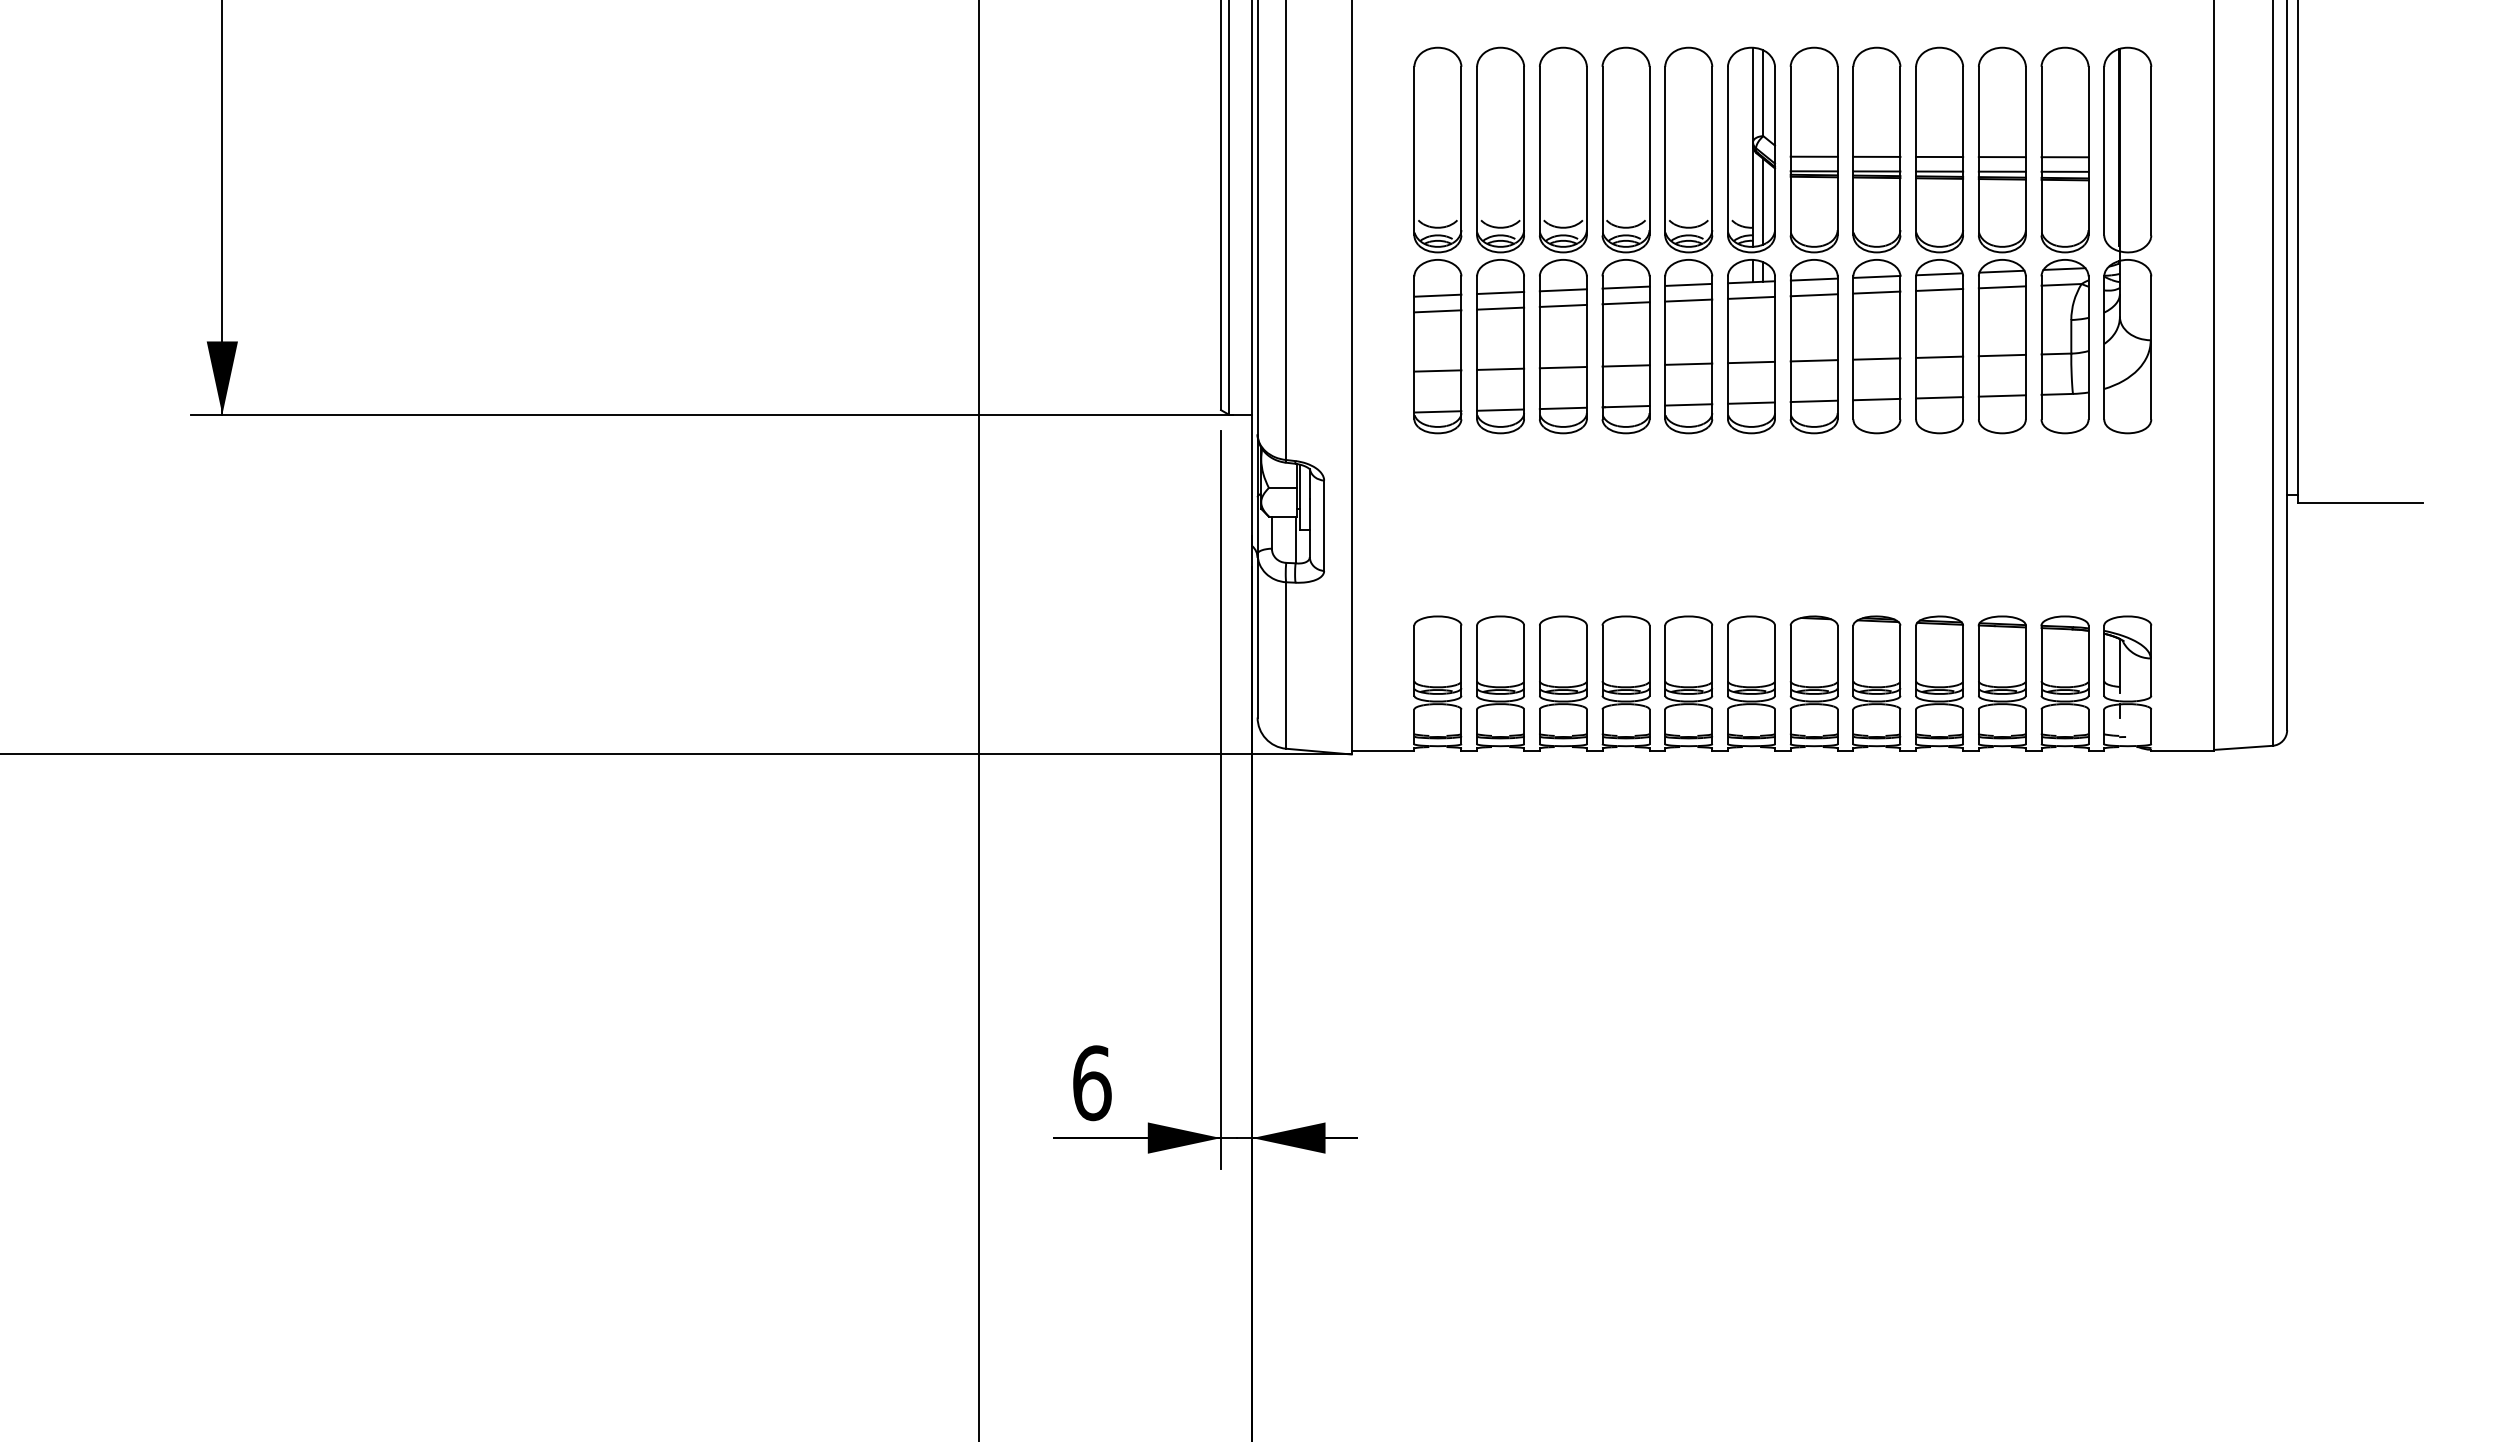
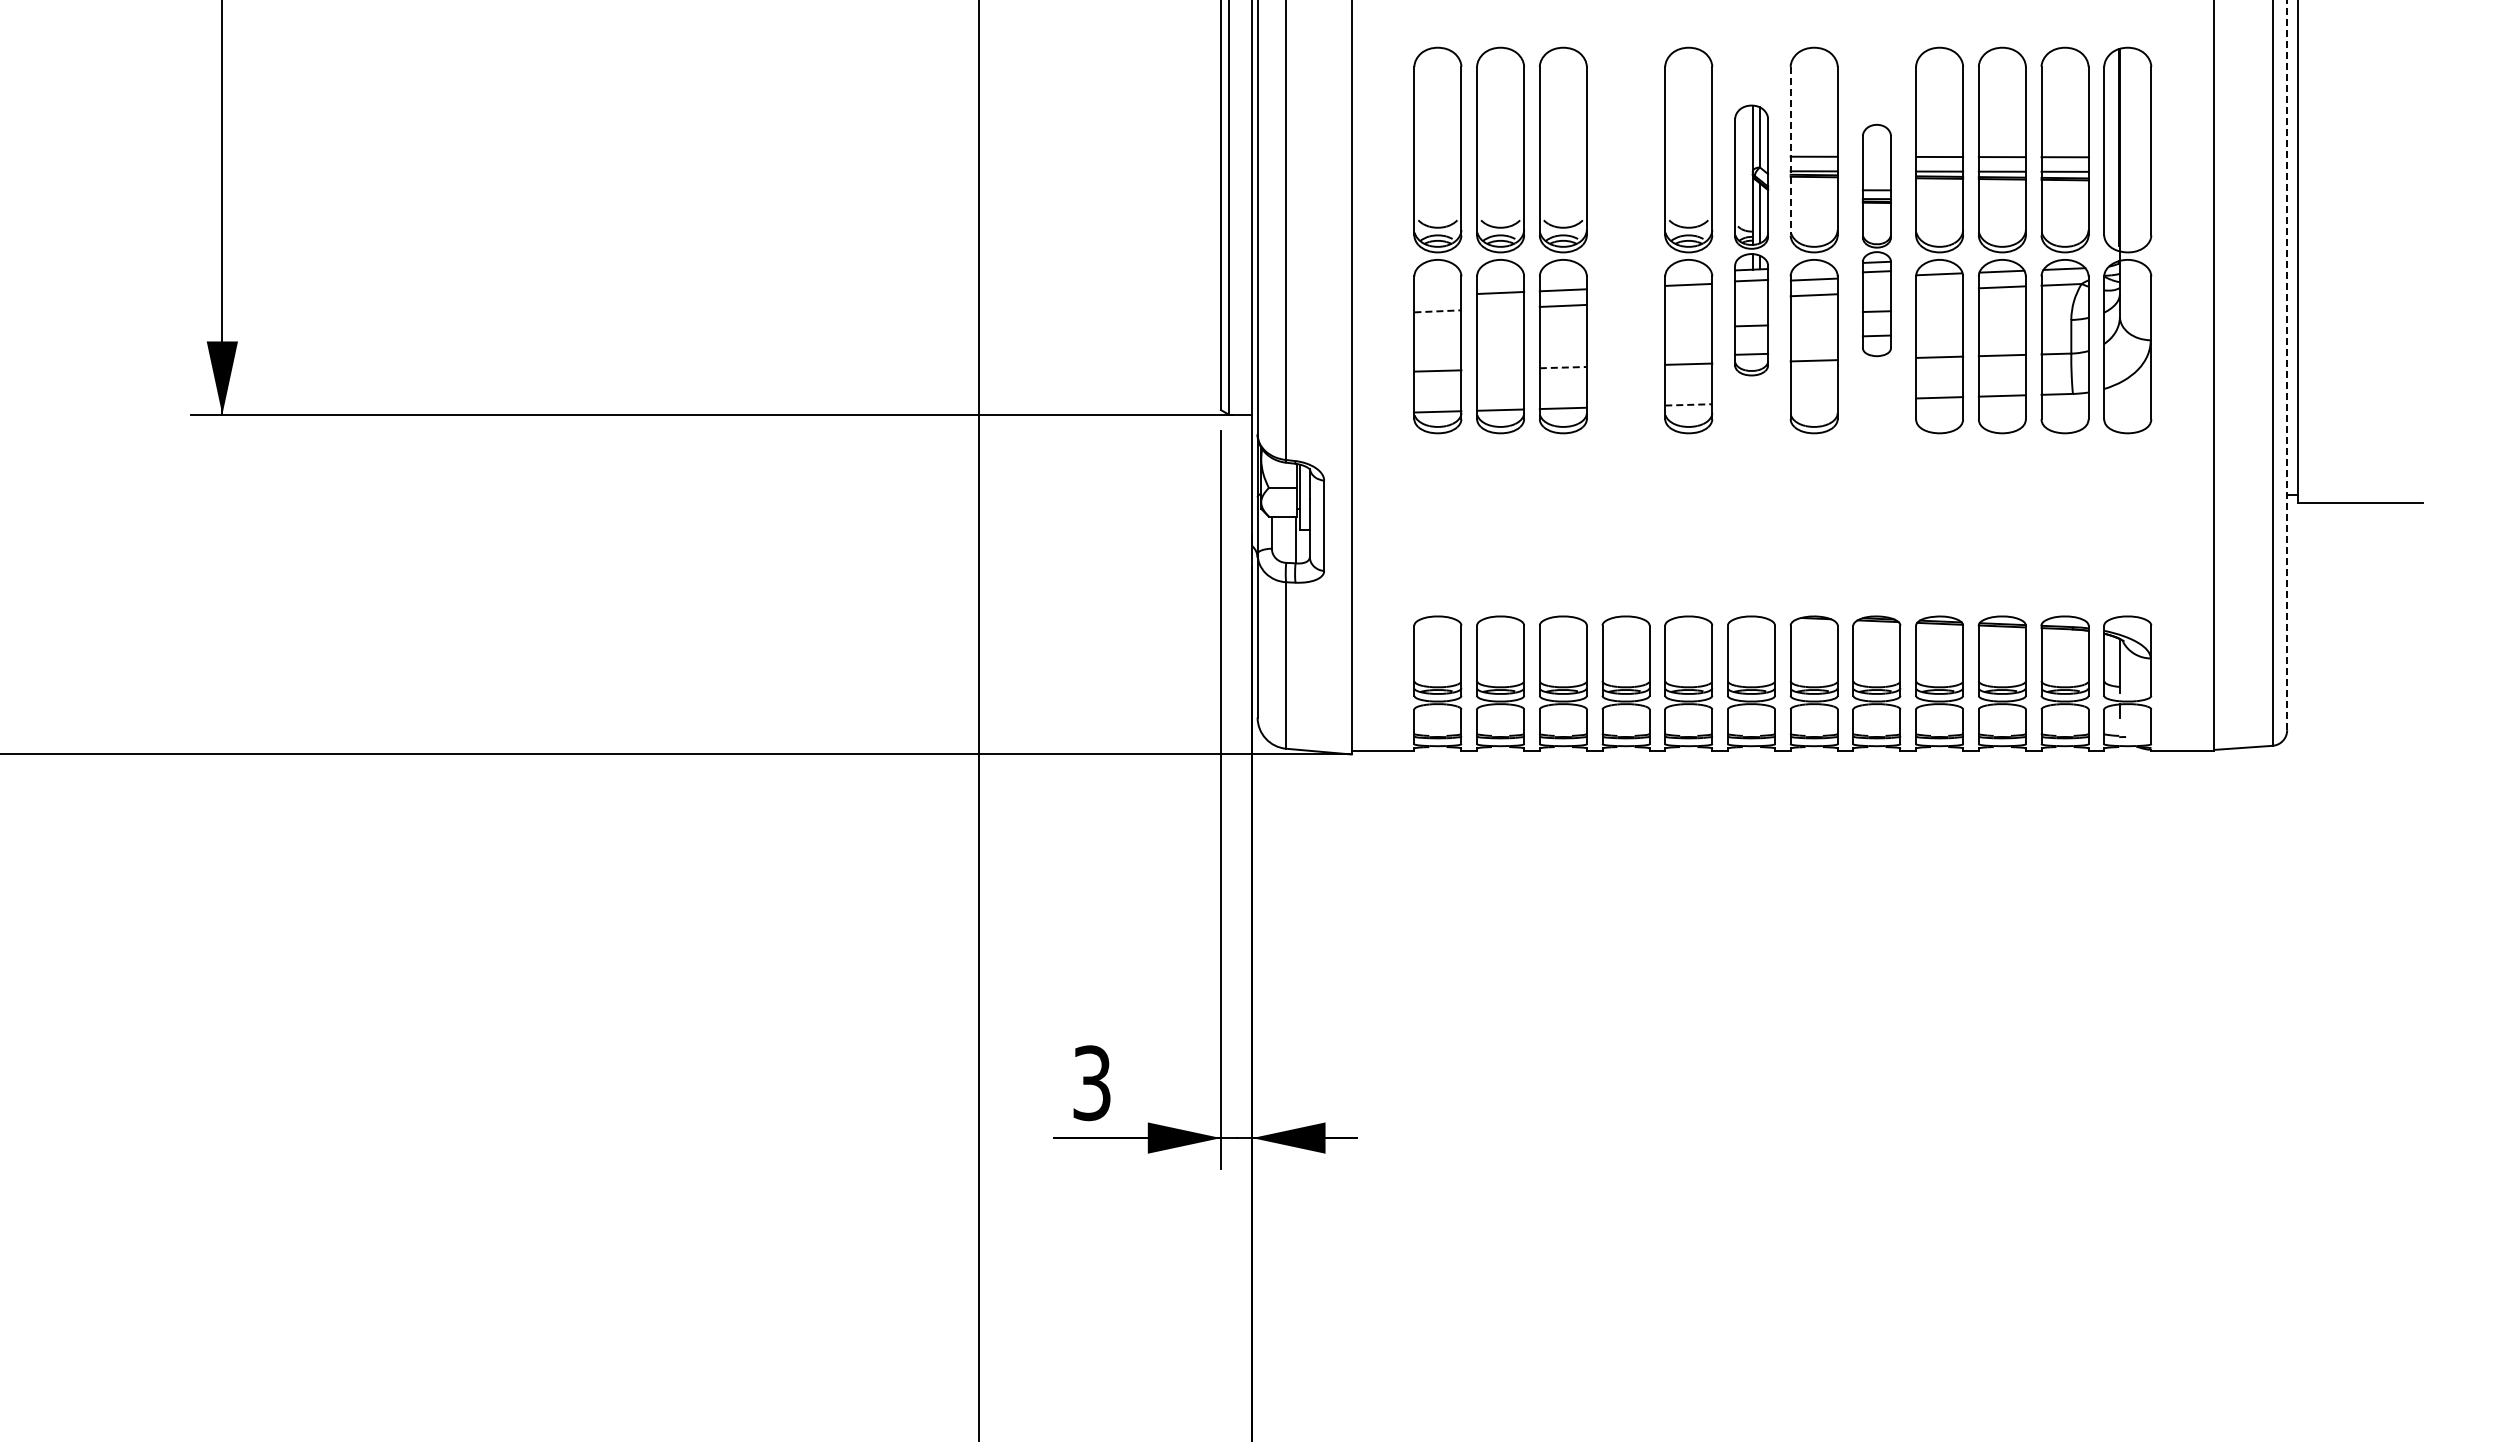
line at (1790, 151): solid -> dashed
part at (1625, 240): present -> none
part at (1751, 240) size: 50x389 px -> 36x273 px
part at (1876, 240) size: 50x389 px -> 31x234 px
line at (1939, 289): present -> none
line at (1437, 295): present -> none
line at (1688, 300): present -> none
line at (1500, 308): present -> none
line at (1437, 311): solid -> dashed
line at (2287, 365): solid -> dashed
line at (1563, 367): solid -> dashed
line at (1500, 368): present -> none
line at (1813, 401): present -> none
line at (1688, 404): solid -> dashed
text at (1092, 1083): 6 -> 3
